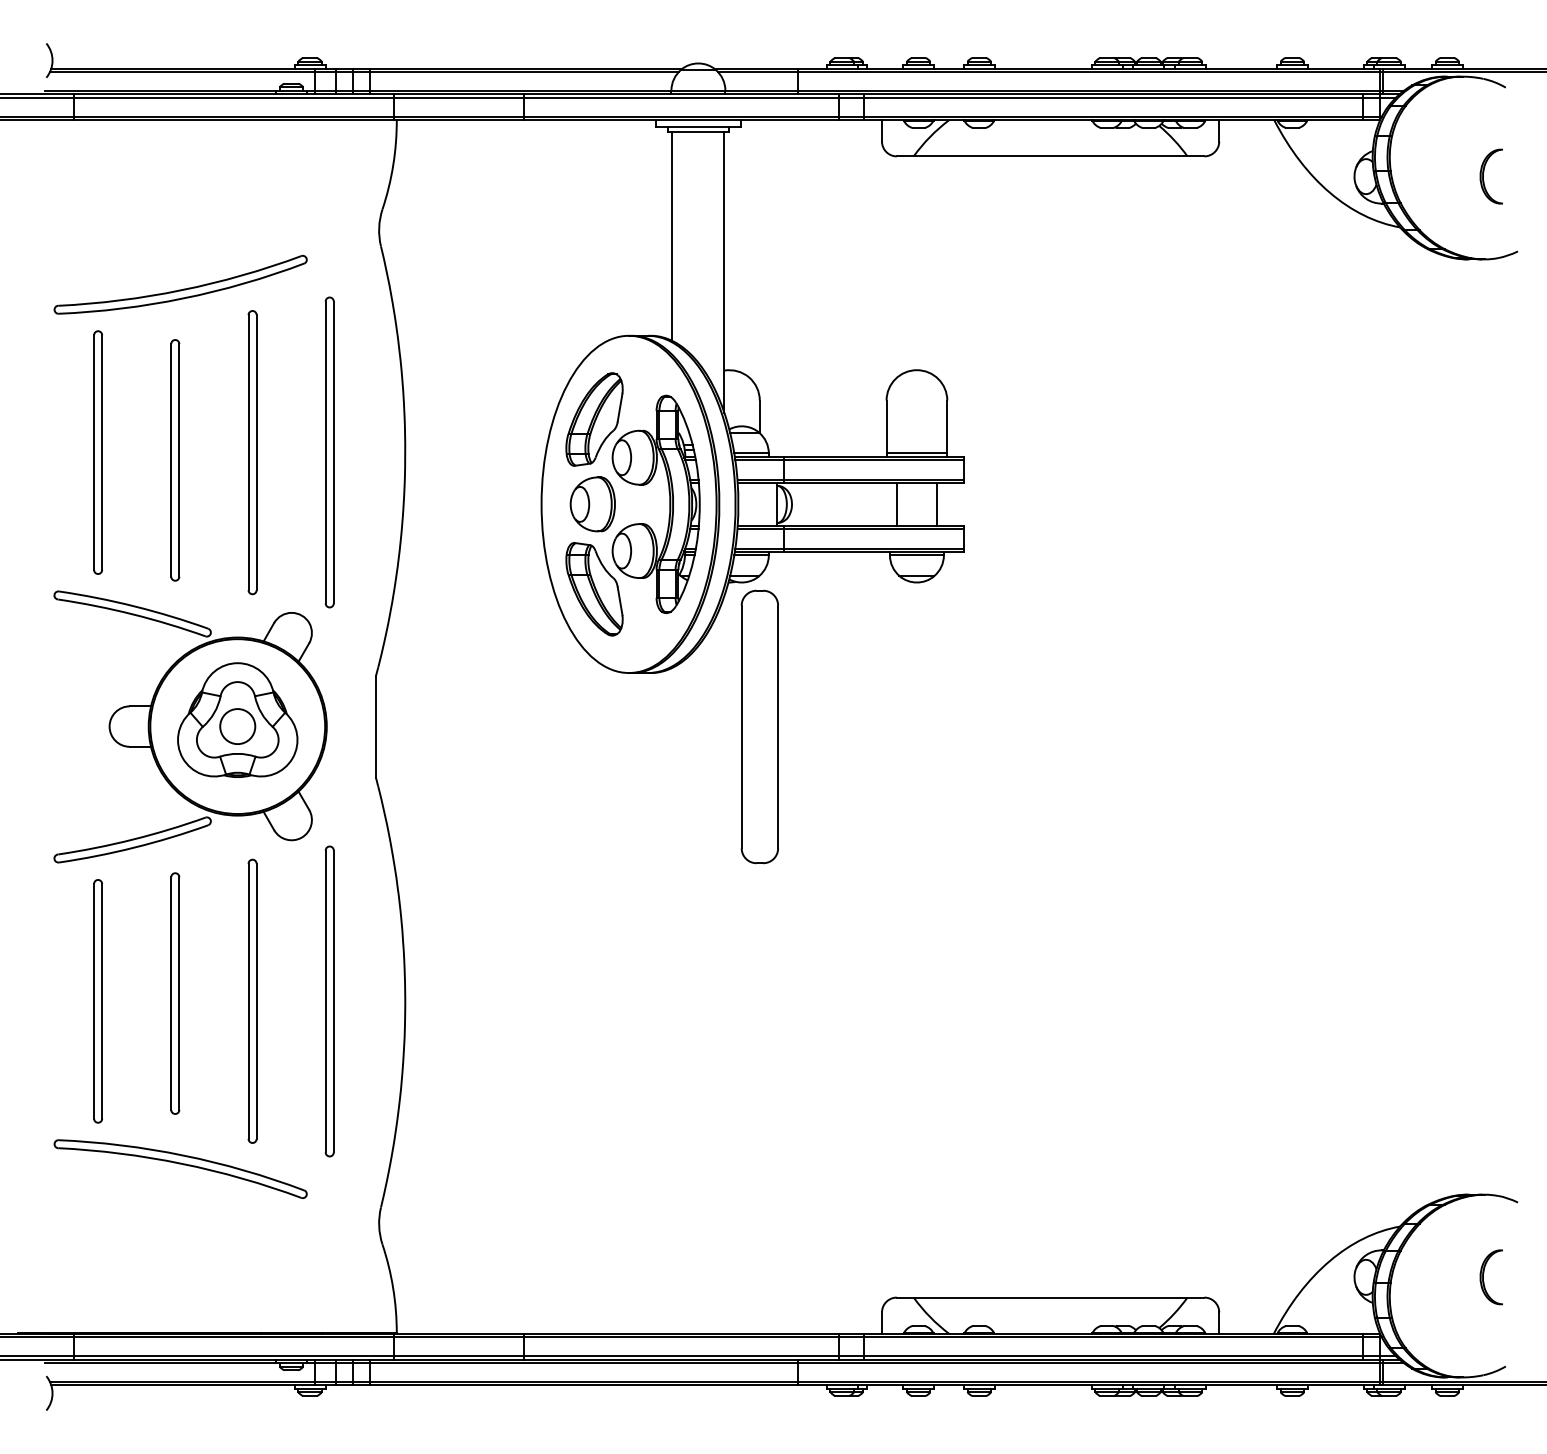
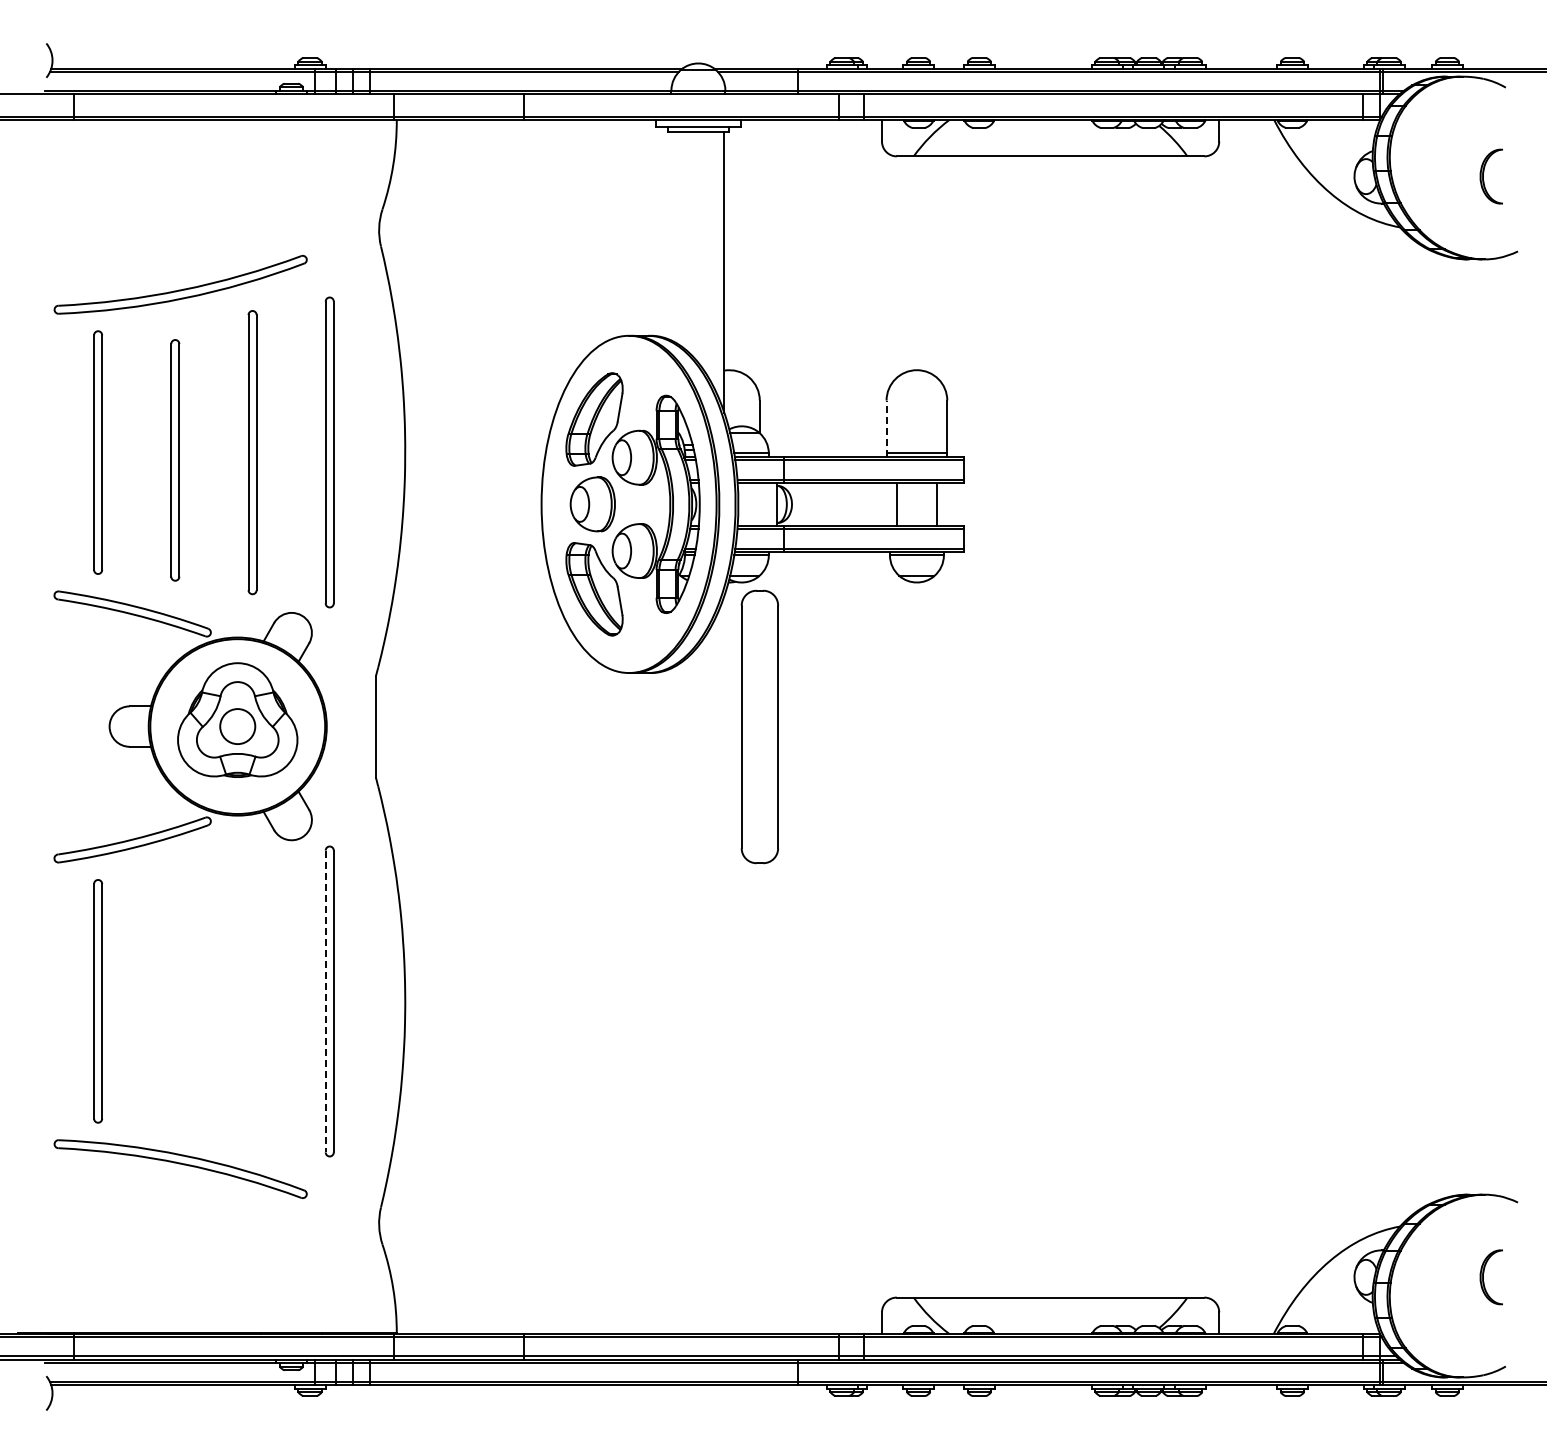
line at (698, 97): present -> none
line at (671, 236): present -> none
line at (886, 428): solid -> dashed
part at (175, 993): present -> none
part at (252, 1000): present -> none
line at (325, 1001): solid -> dashed
